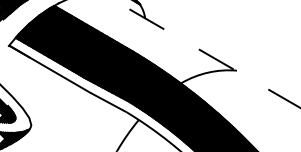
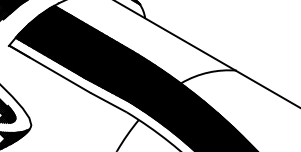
line at (207, 54): dashed -> solid
